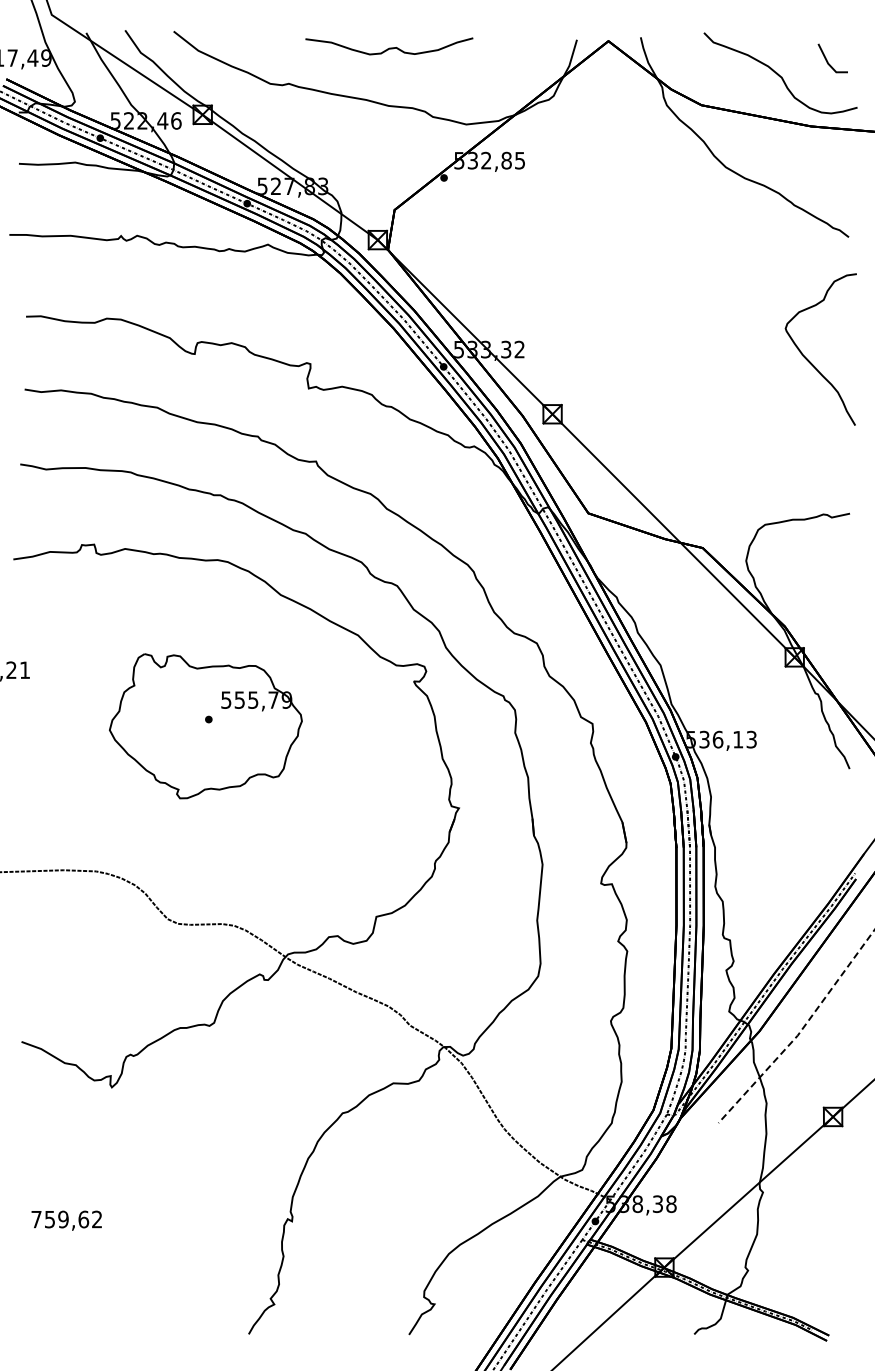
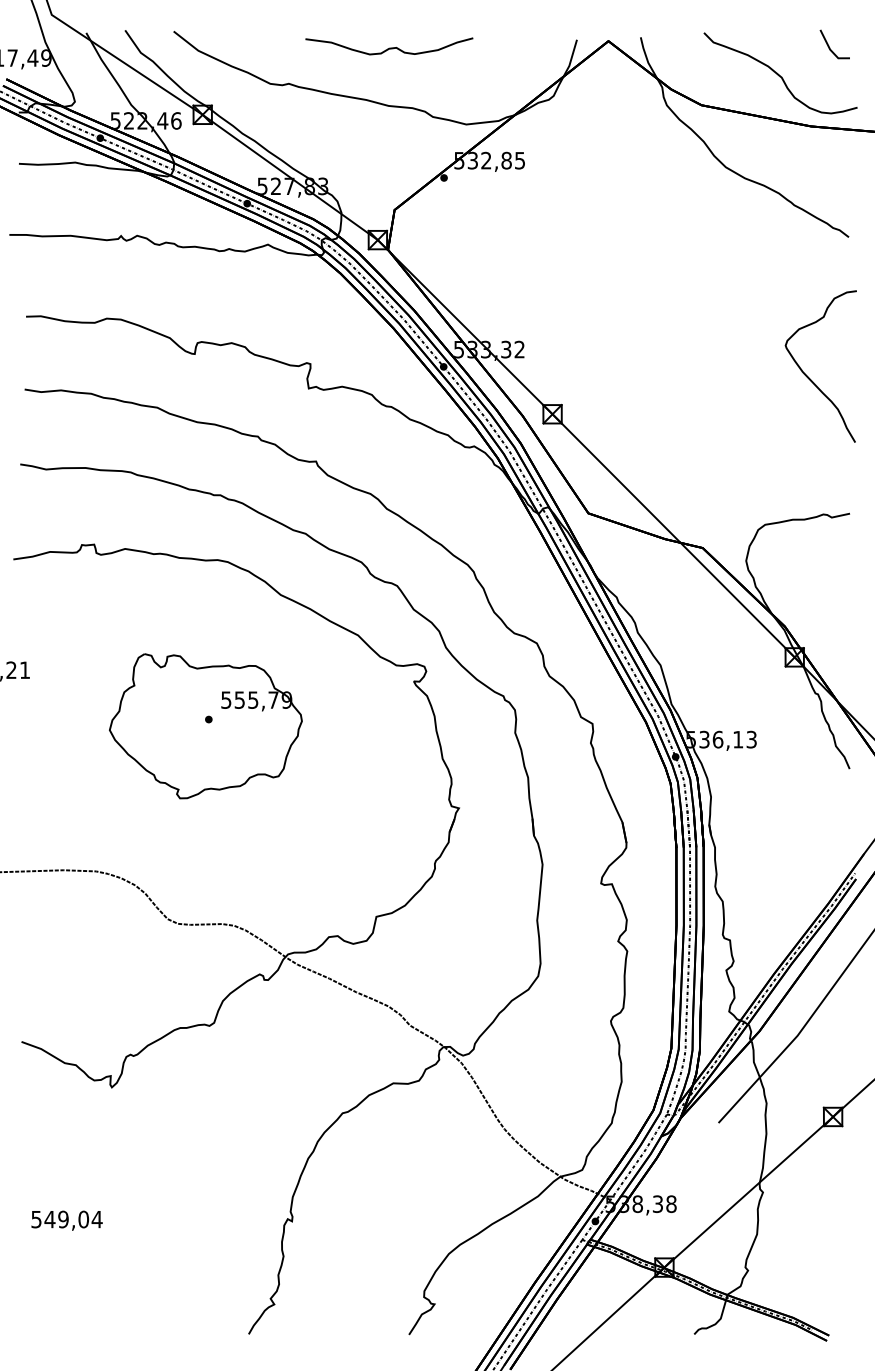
line at (828, 61) position: (828, 61) -> (830, 47)
curve at (809, 360) position: (809, 360) -> (809, 377)
line at (801, 1030): dashed -> solid
text at (66, 1219): 759,62 -> 549,04
